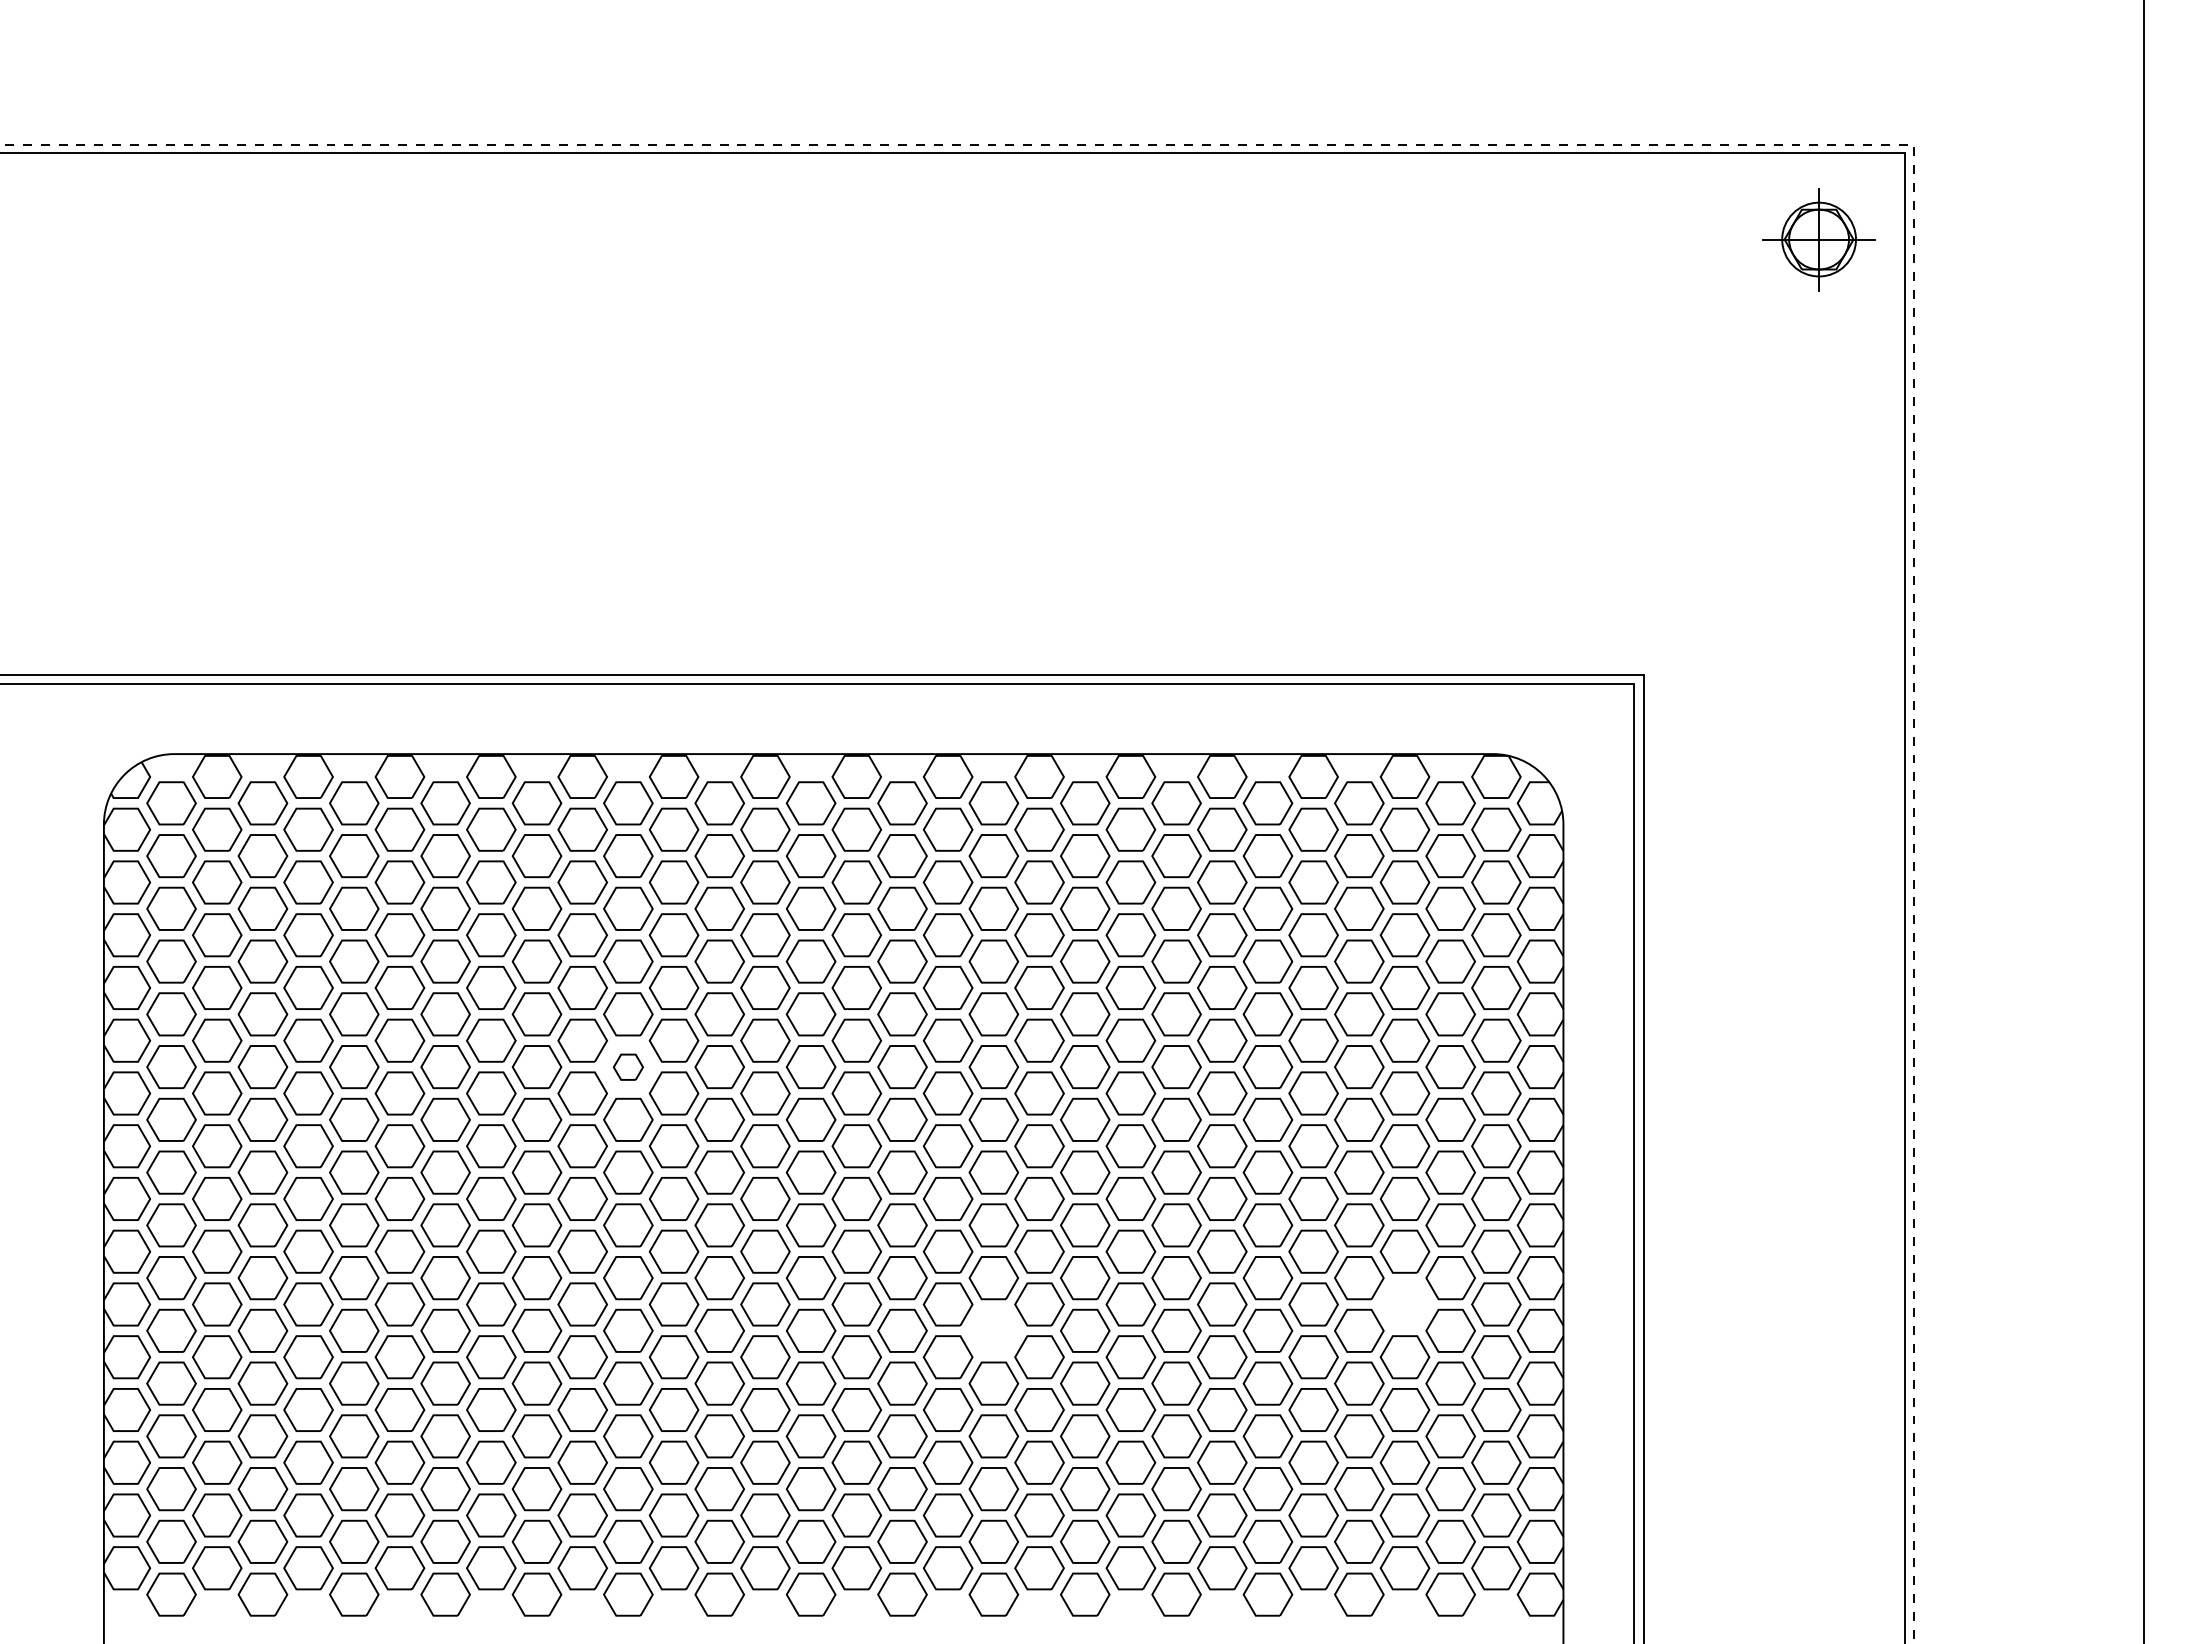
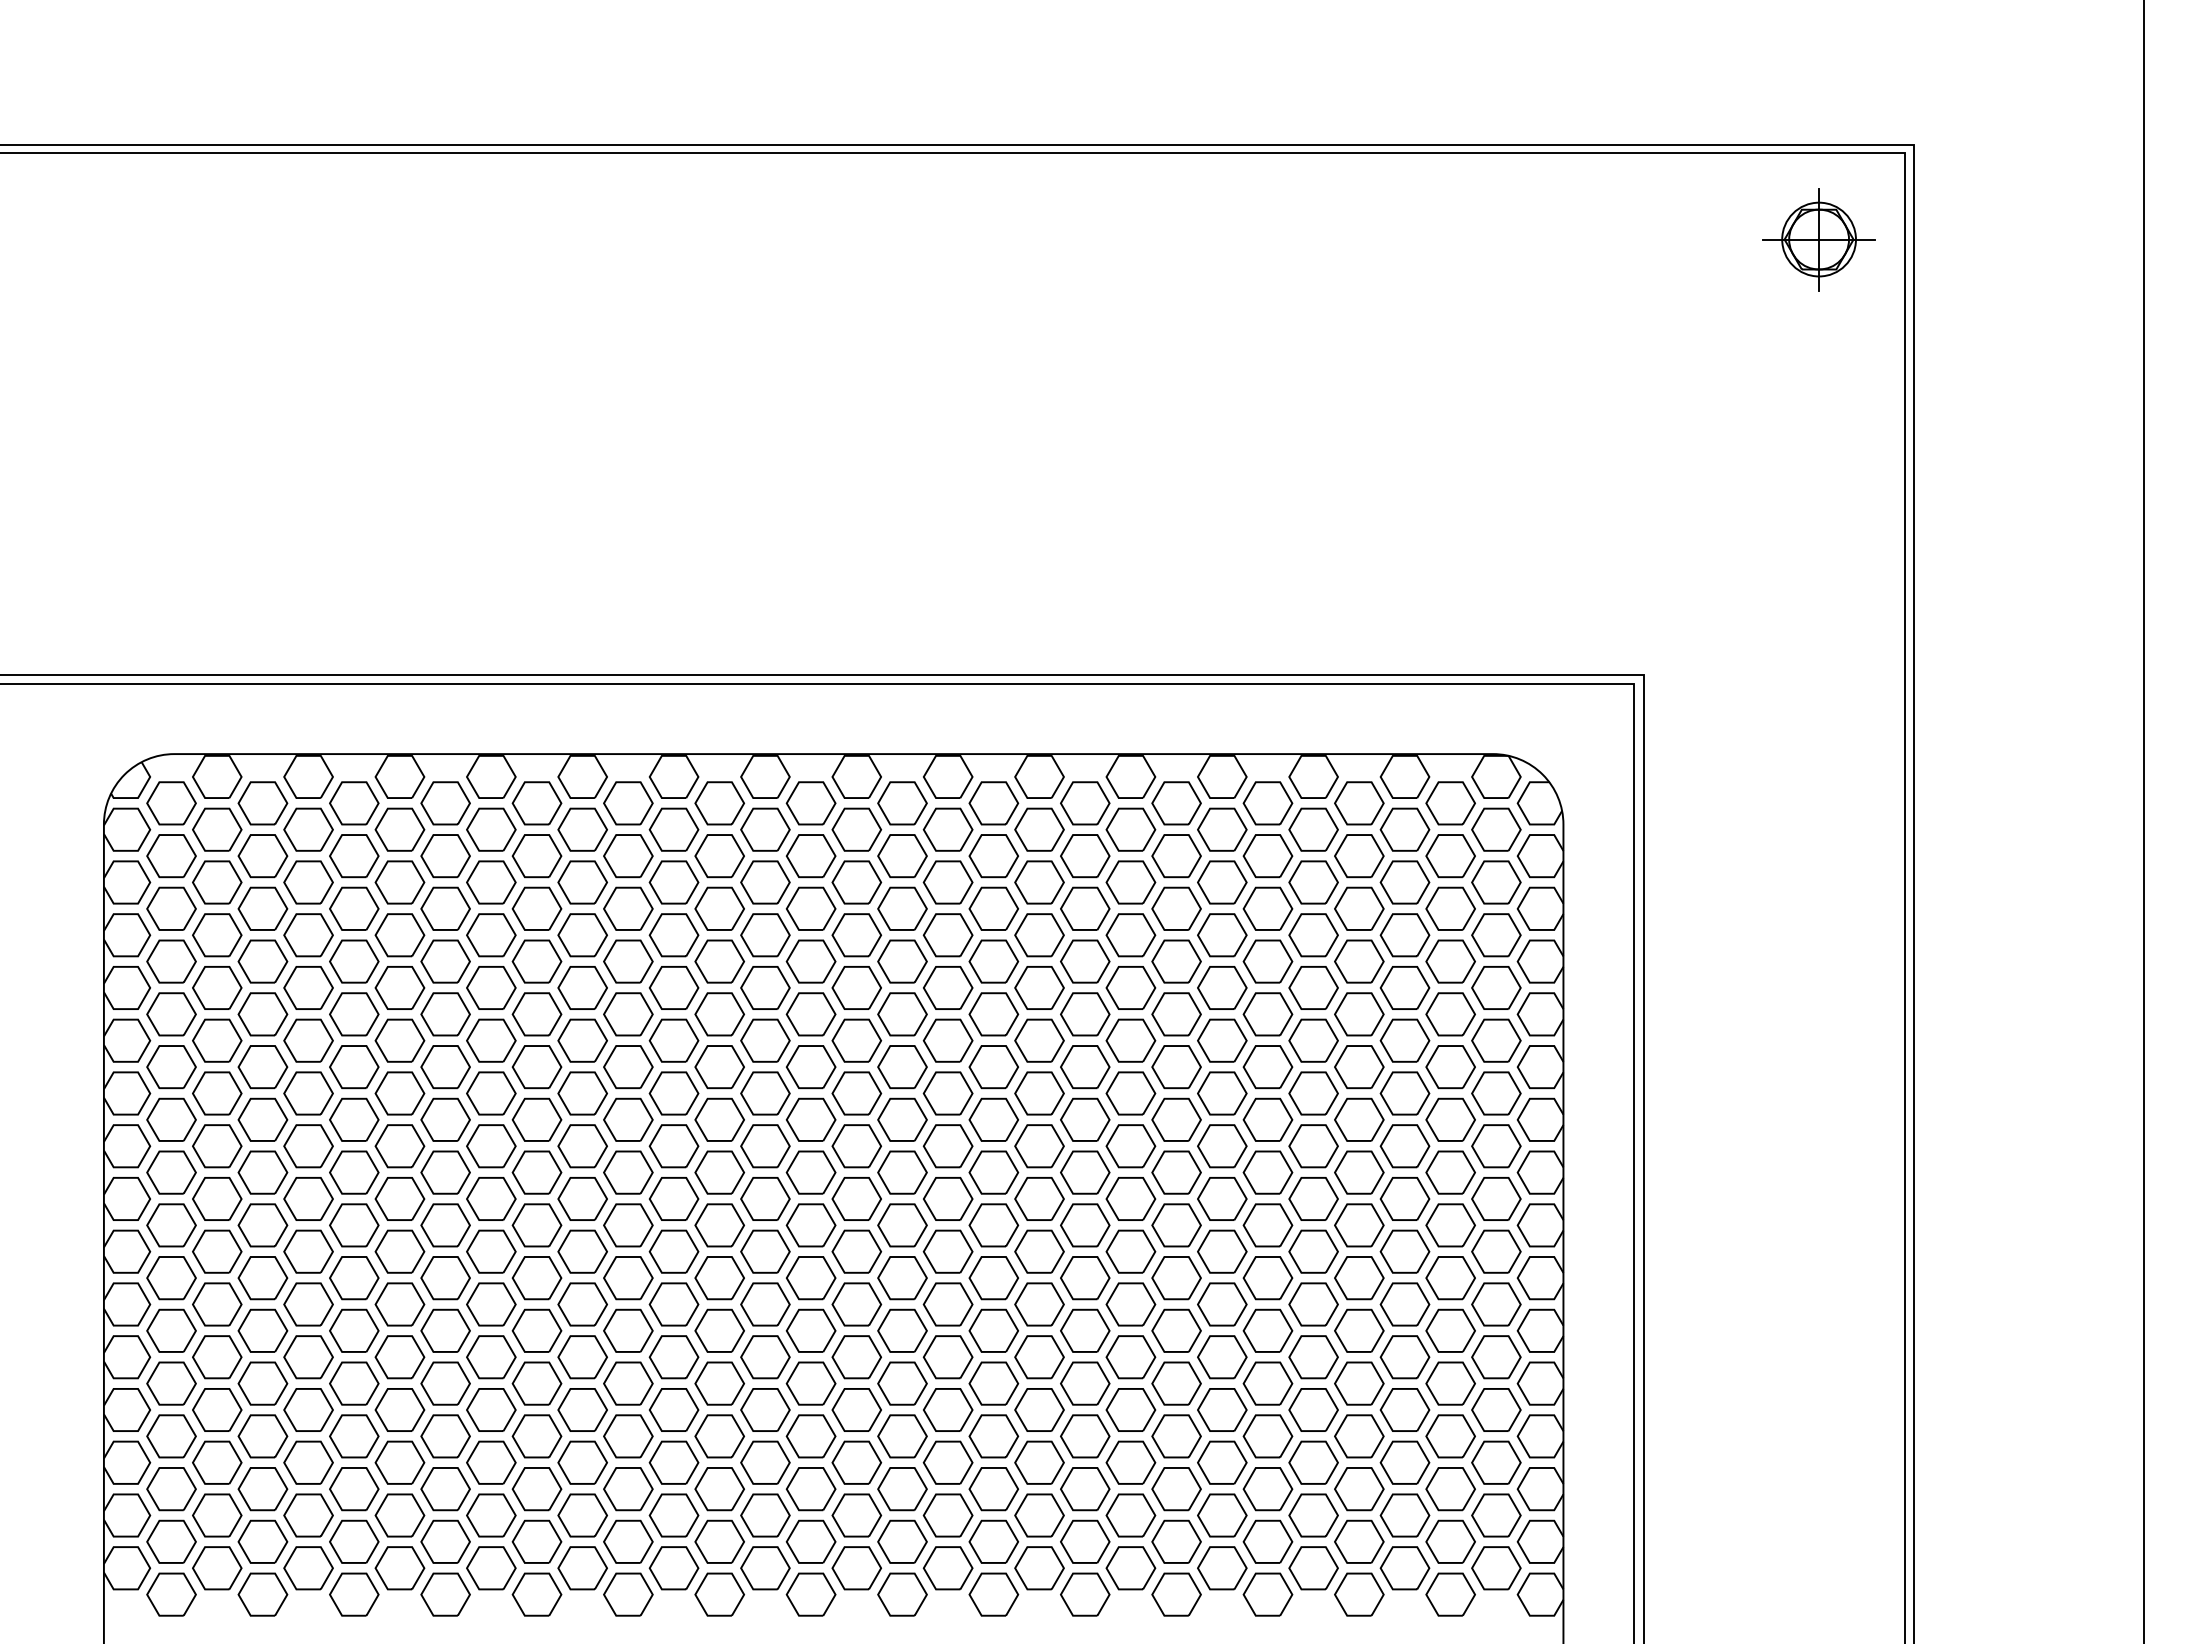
line at (1650, 144): dashed -> solid
part at (627, 1066) size: 32x28 px -> 51x45 px
part at (1404, 1304): none -> present
part at (993, 1330): none -> present
